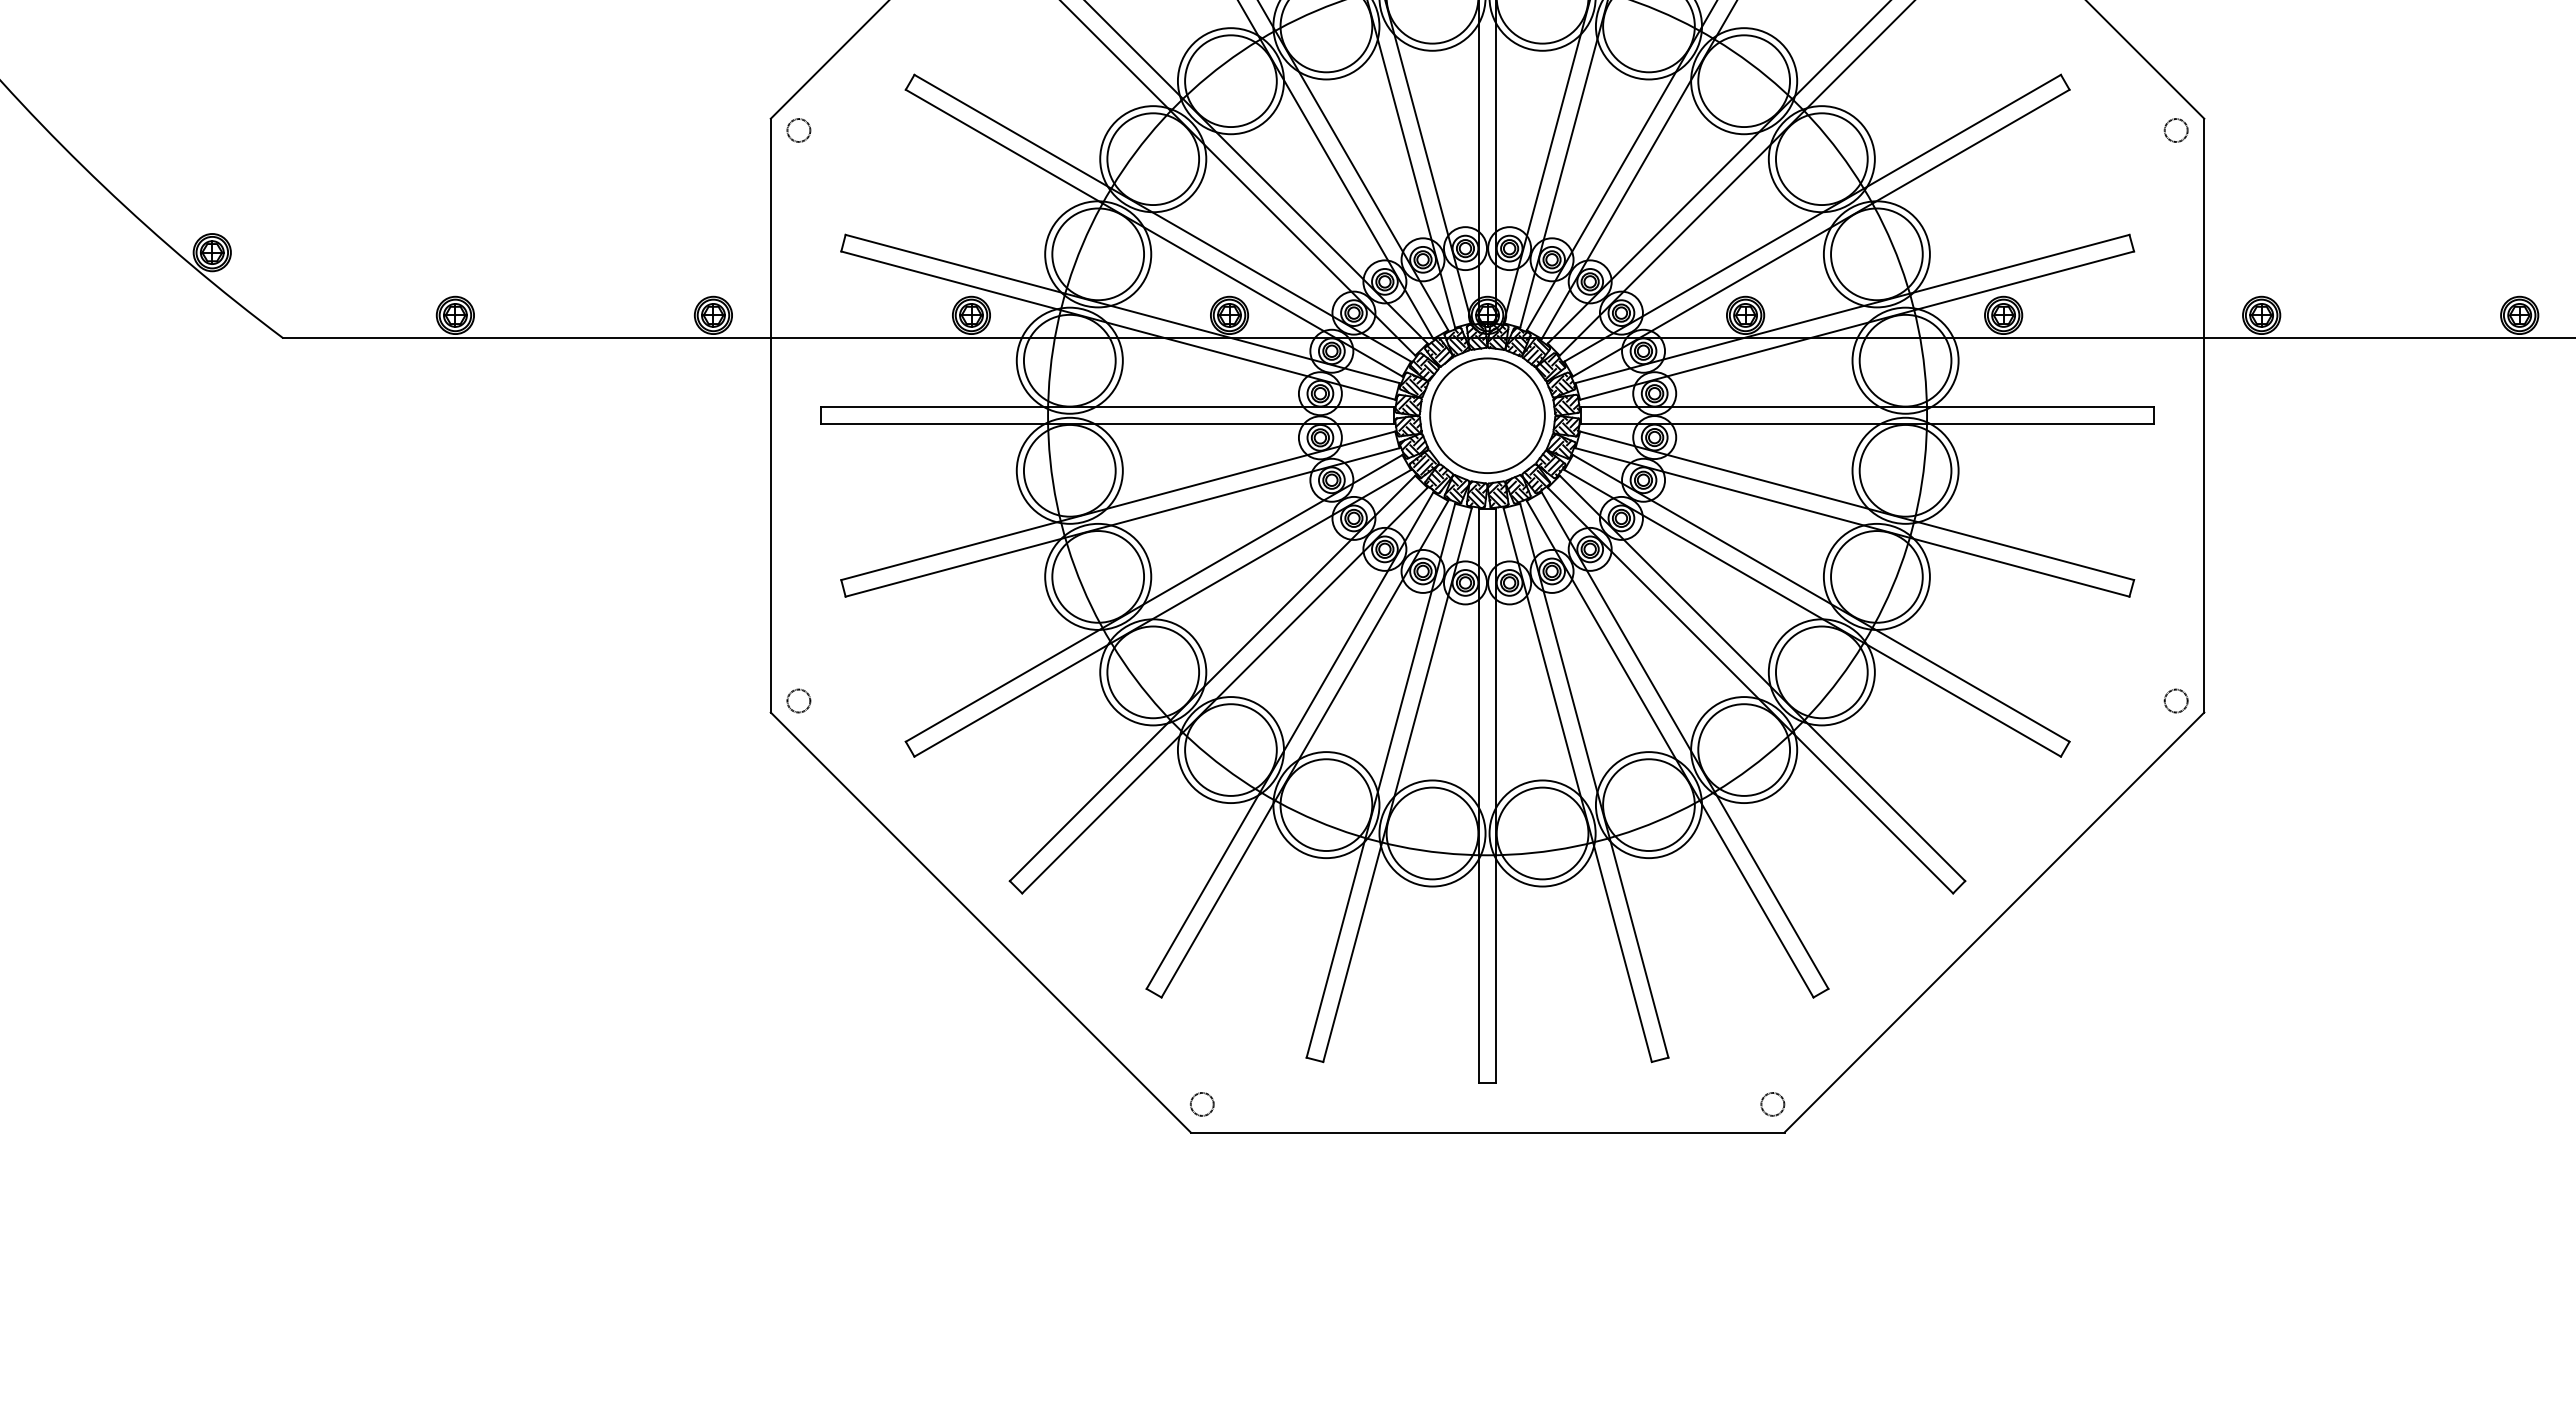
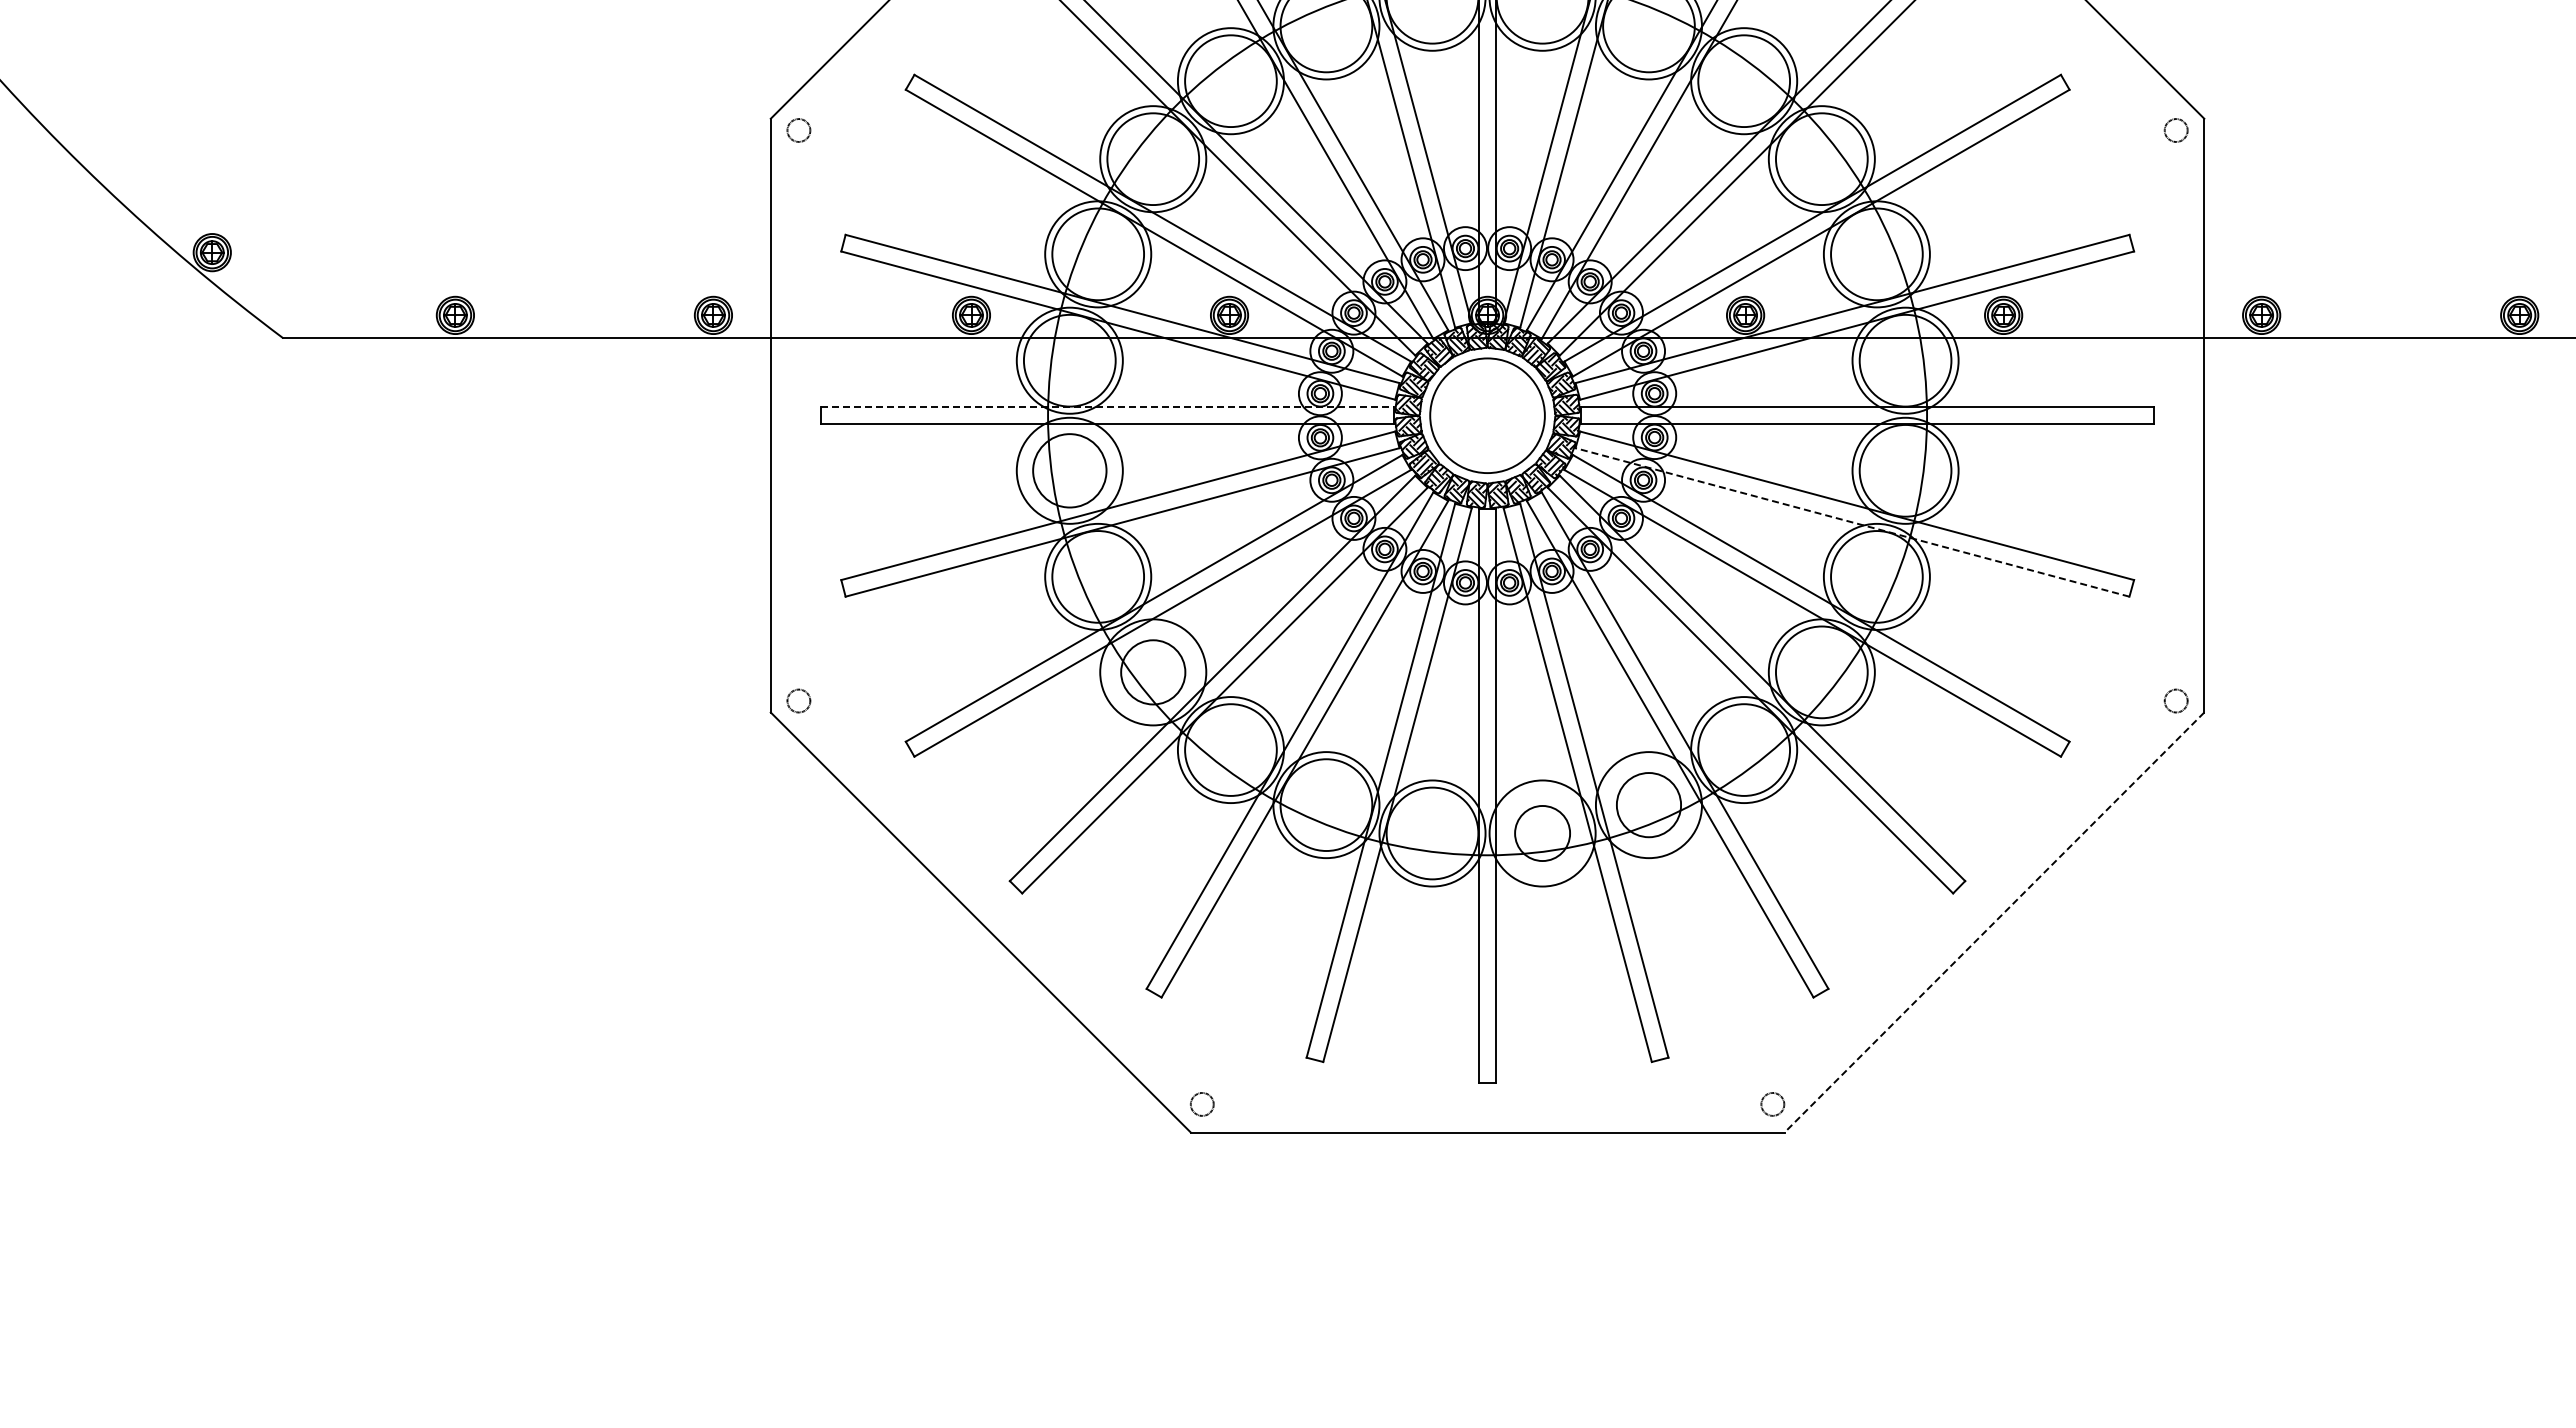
line at (1107, 407): solid -> dashed
circle at (1069, 470) diameter: 92 px -> 73 px
line at (1852, 522): solid -> dashed
circle at (1153, 672) diameter: 92 px -> 64 px
circle at (1648, 804) diameter: 92 px -> 64 px
circle at (1542, 833) diameter: 92 px -> 55 px
line at (1994, 922): solid -> dashed
